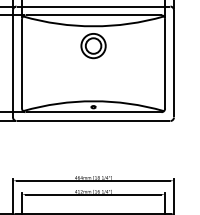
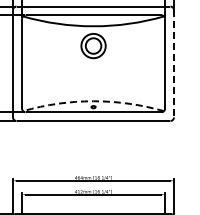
line at (173, 63): solid -> dashed
arc at (93, 101): solid -> dashed
